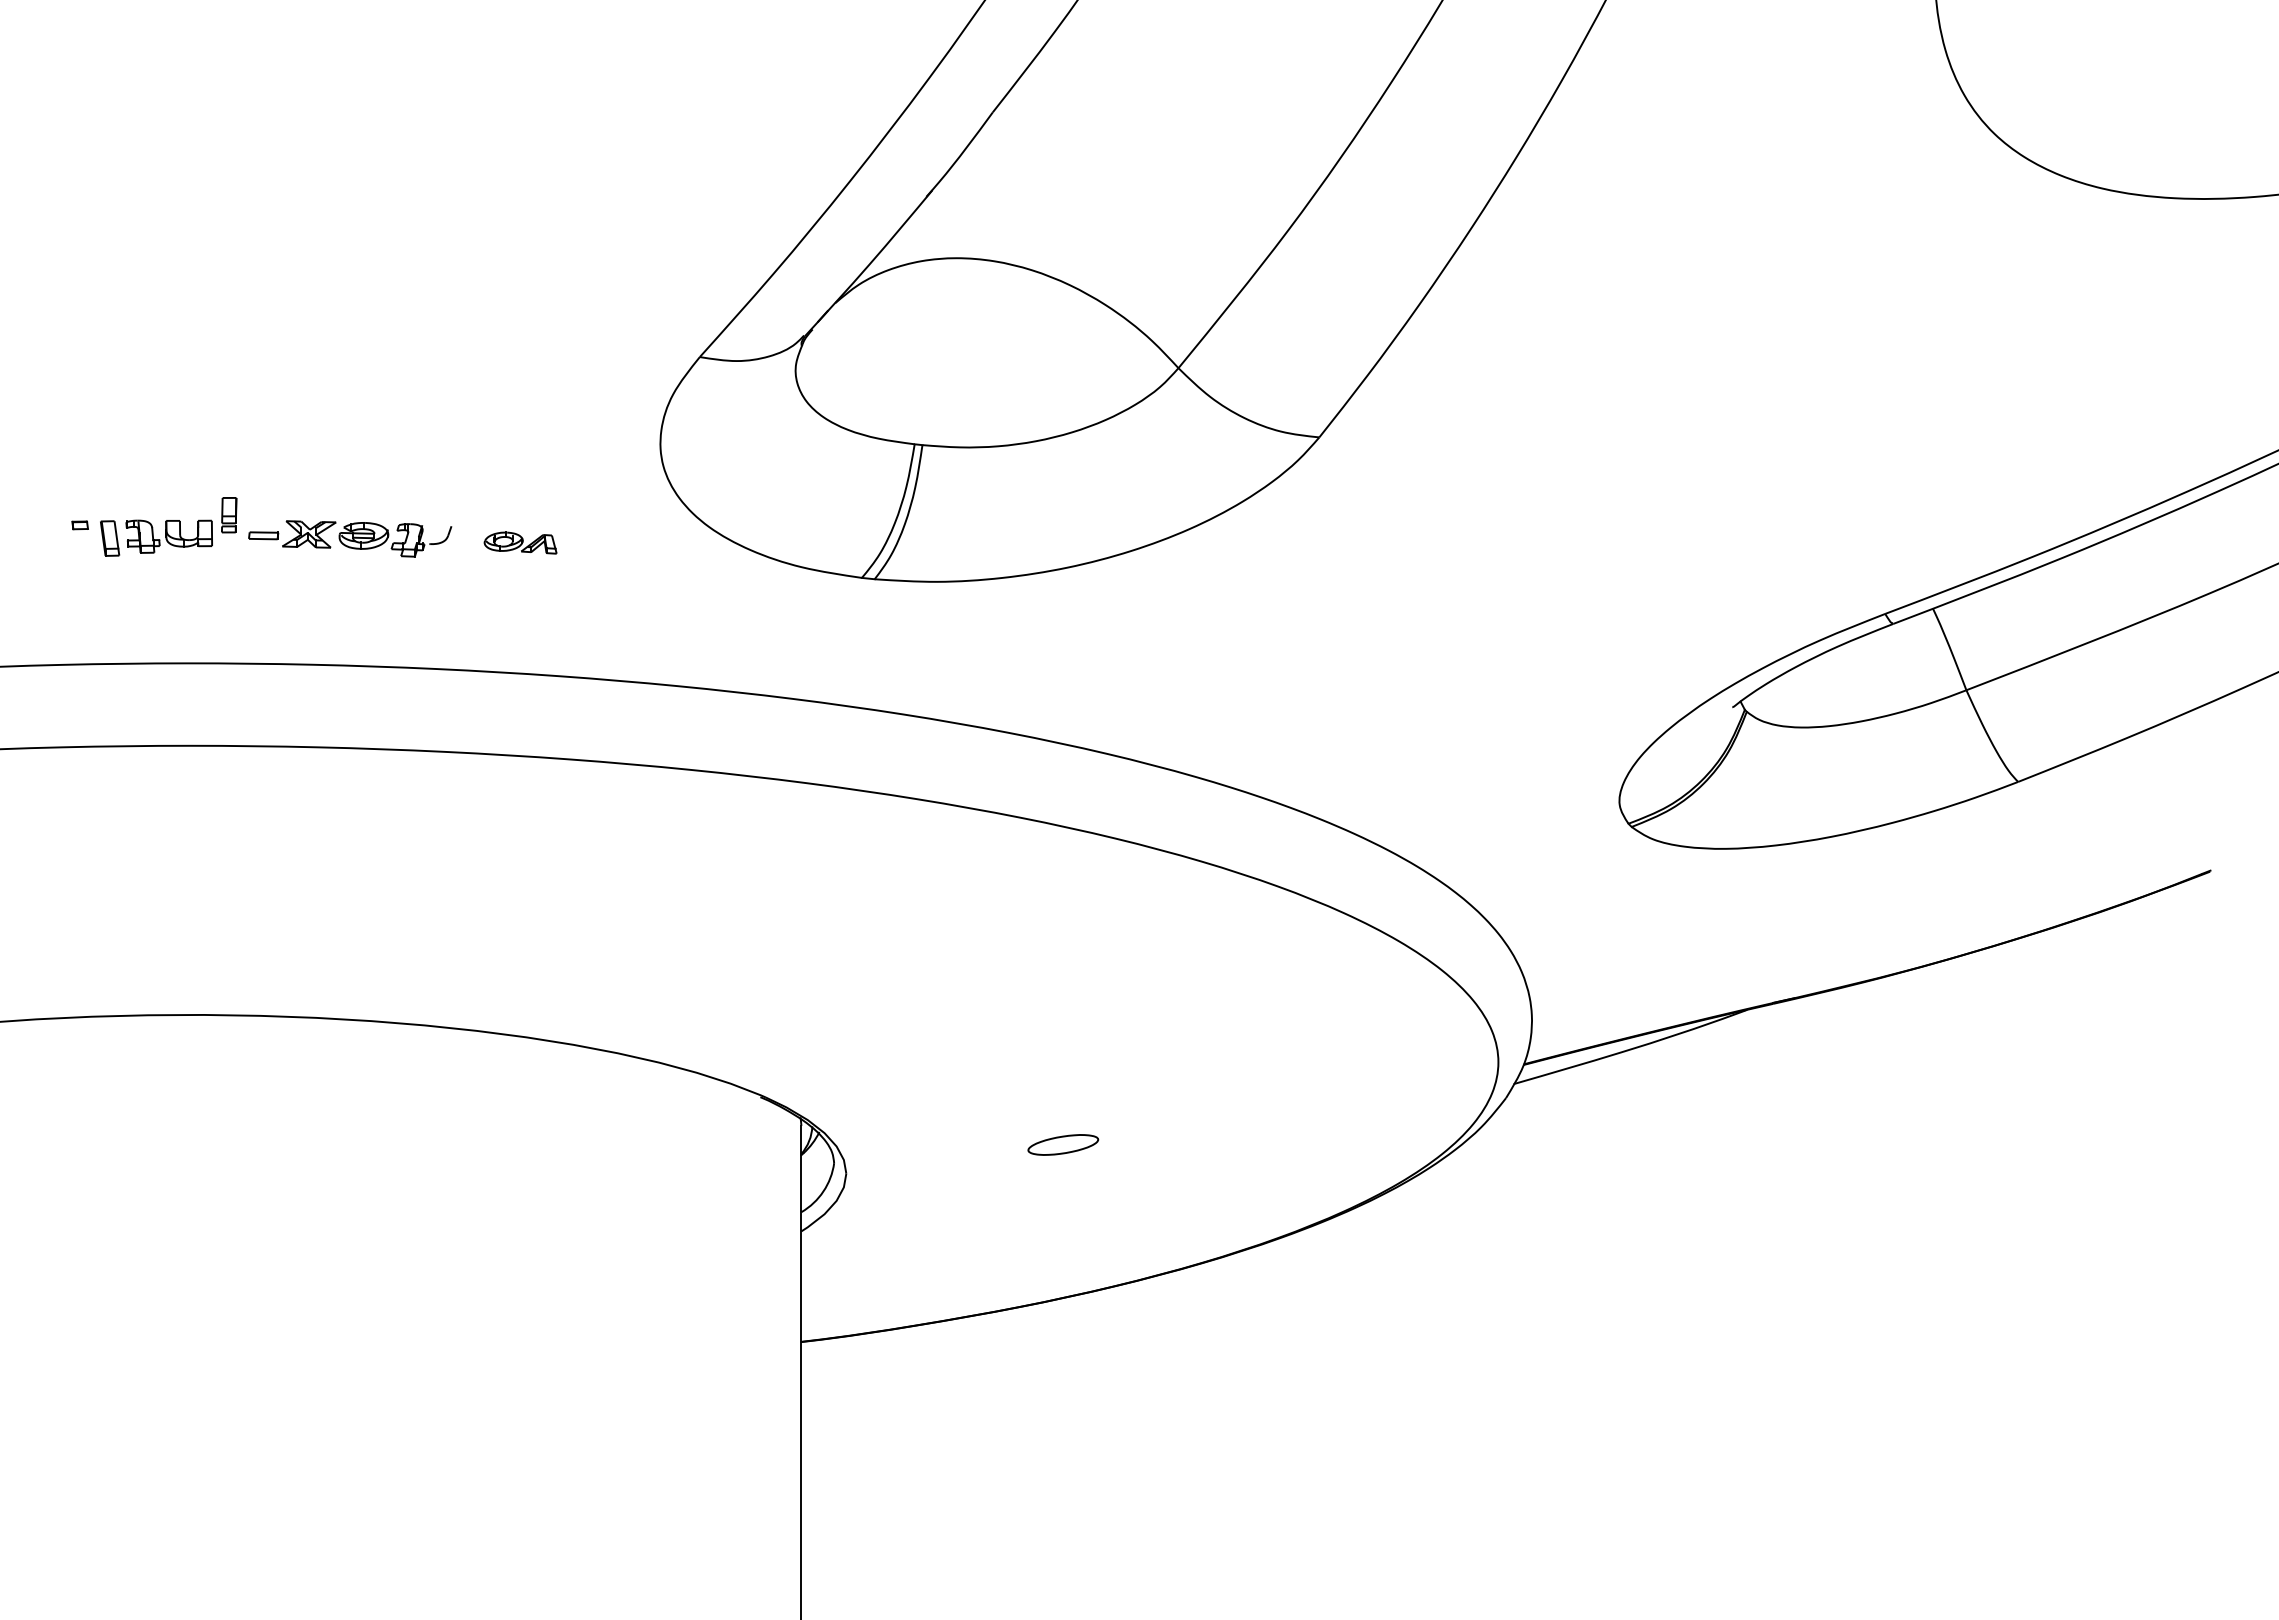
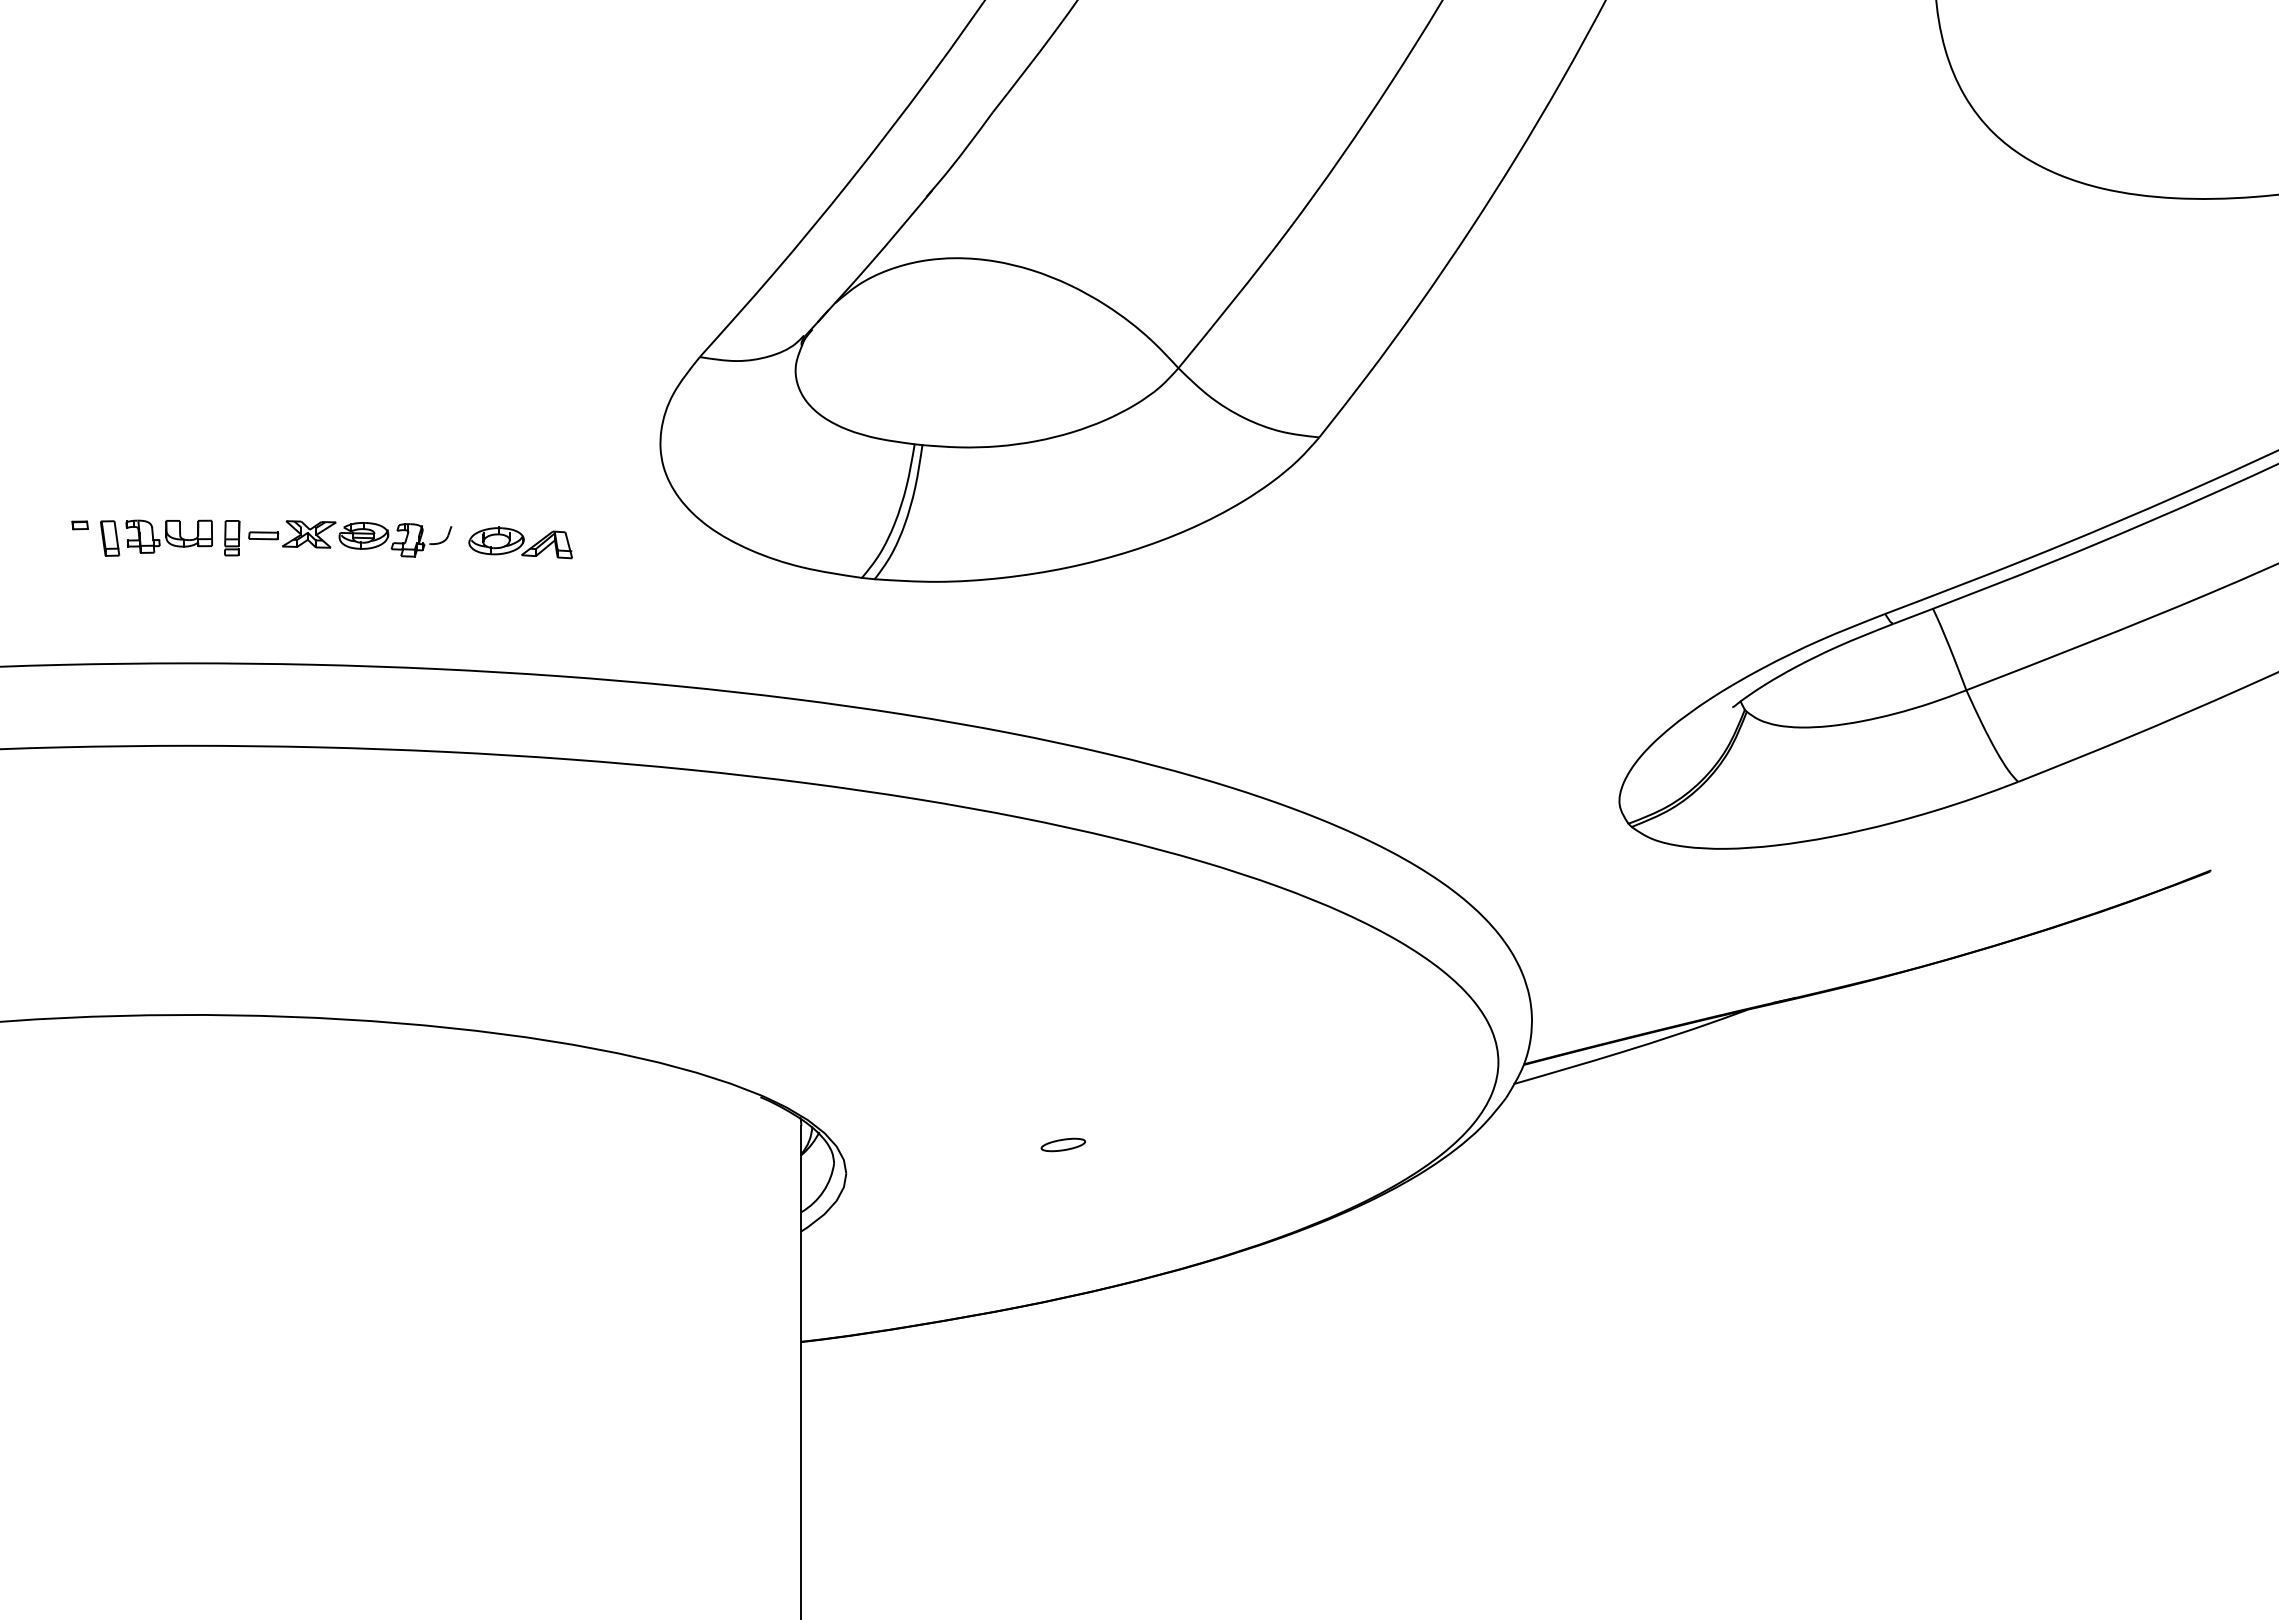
part at (229, 515) position: (229, 515) -> (232, 538)
part at (520, 542) size: 75x24 px -> 105x34 px
part at (1063, 1144) size: 73x22 px -> 47x16 px
